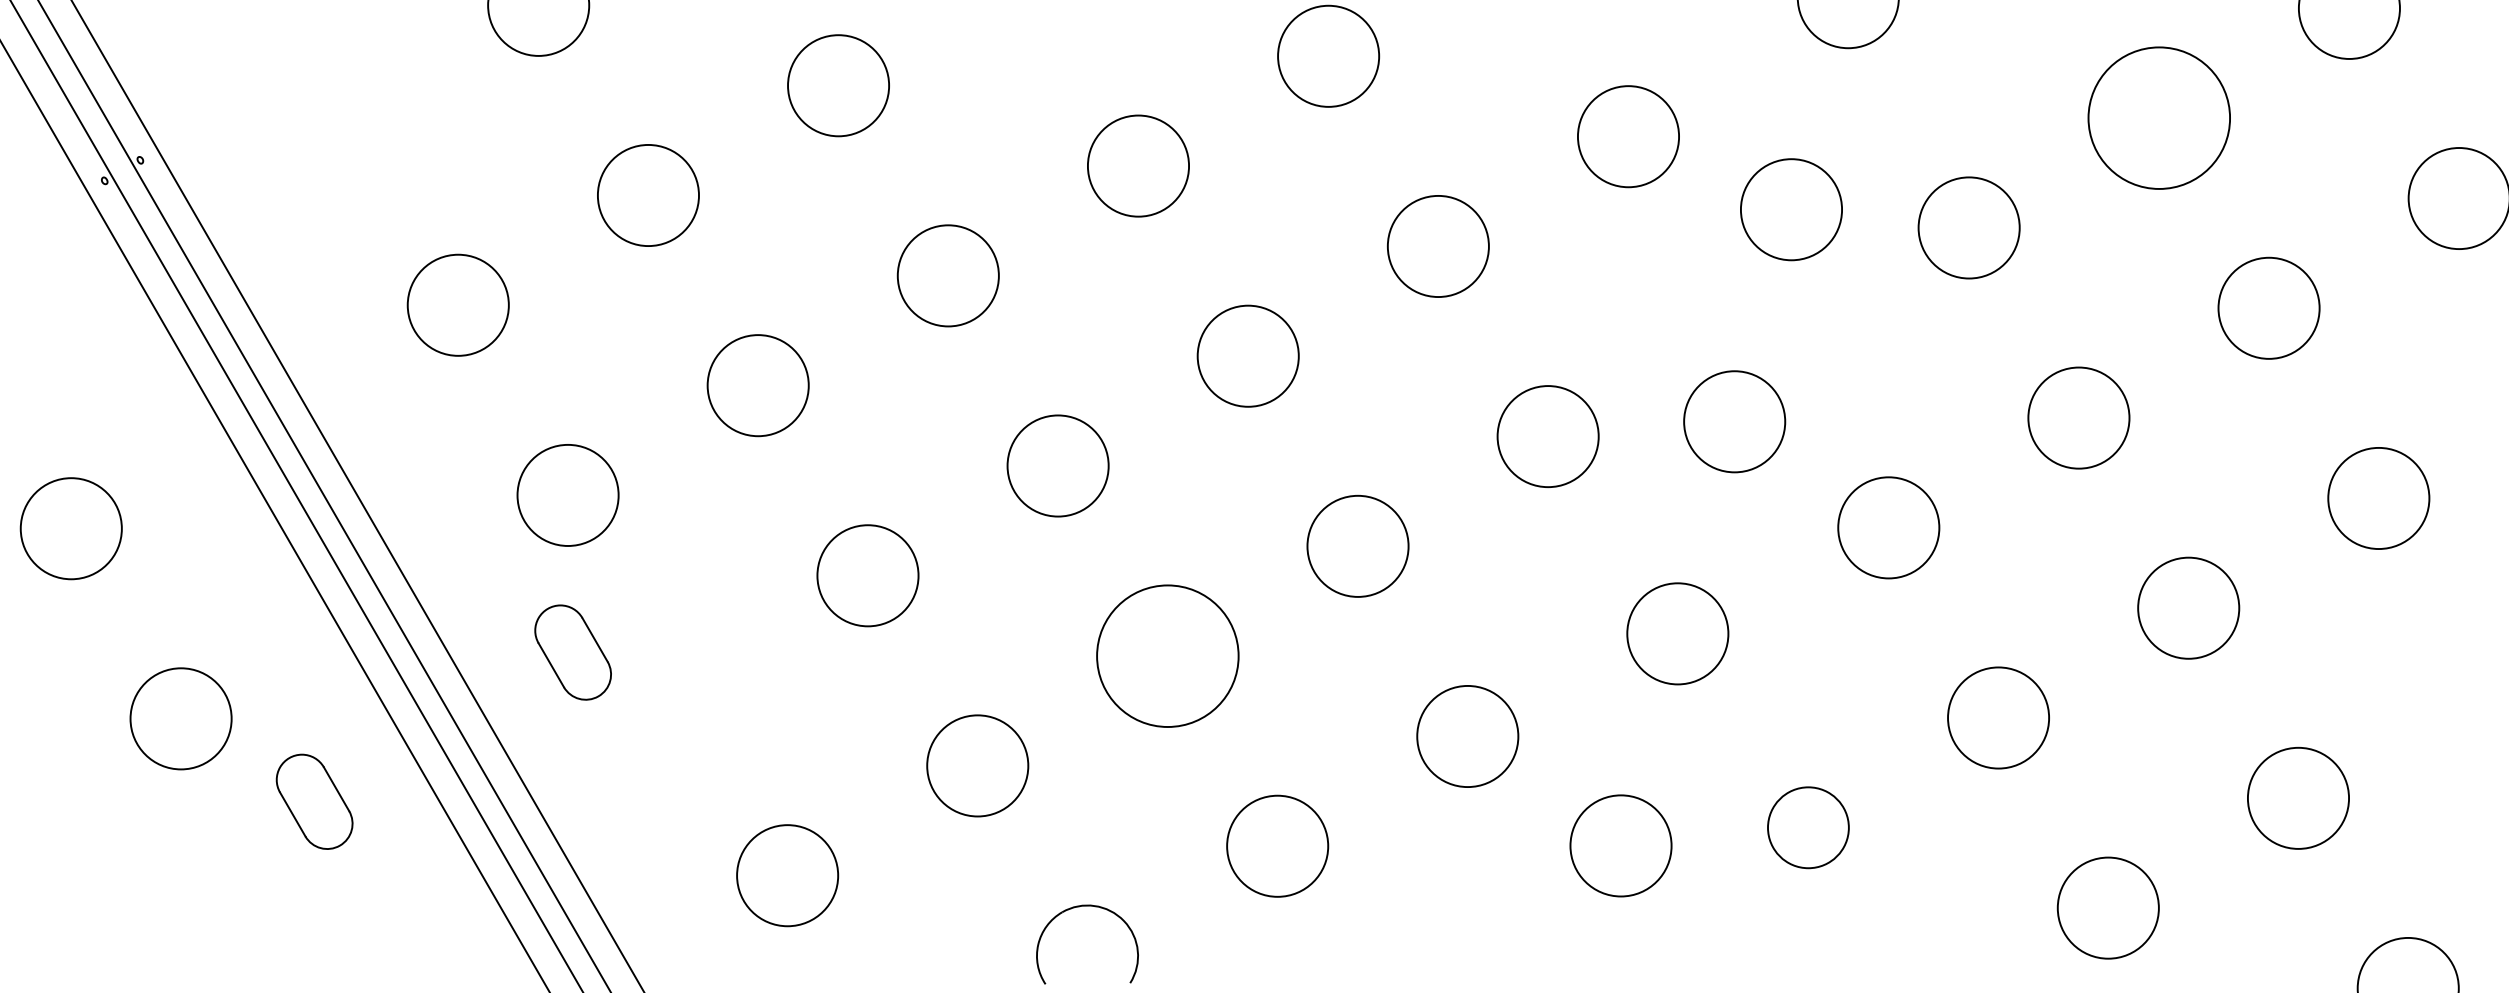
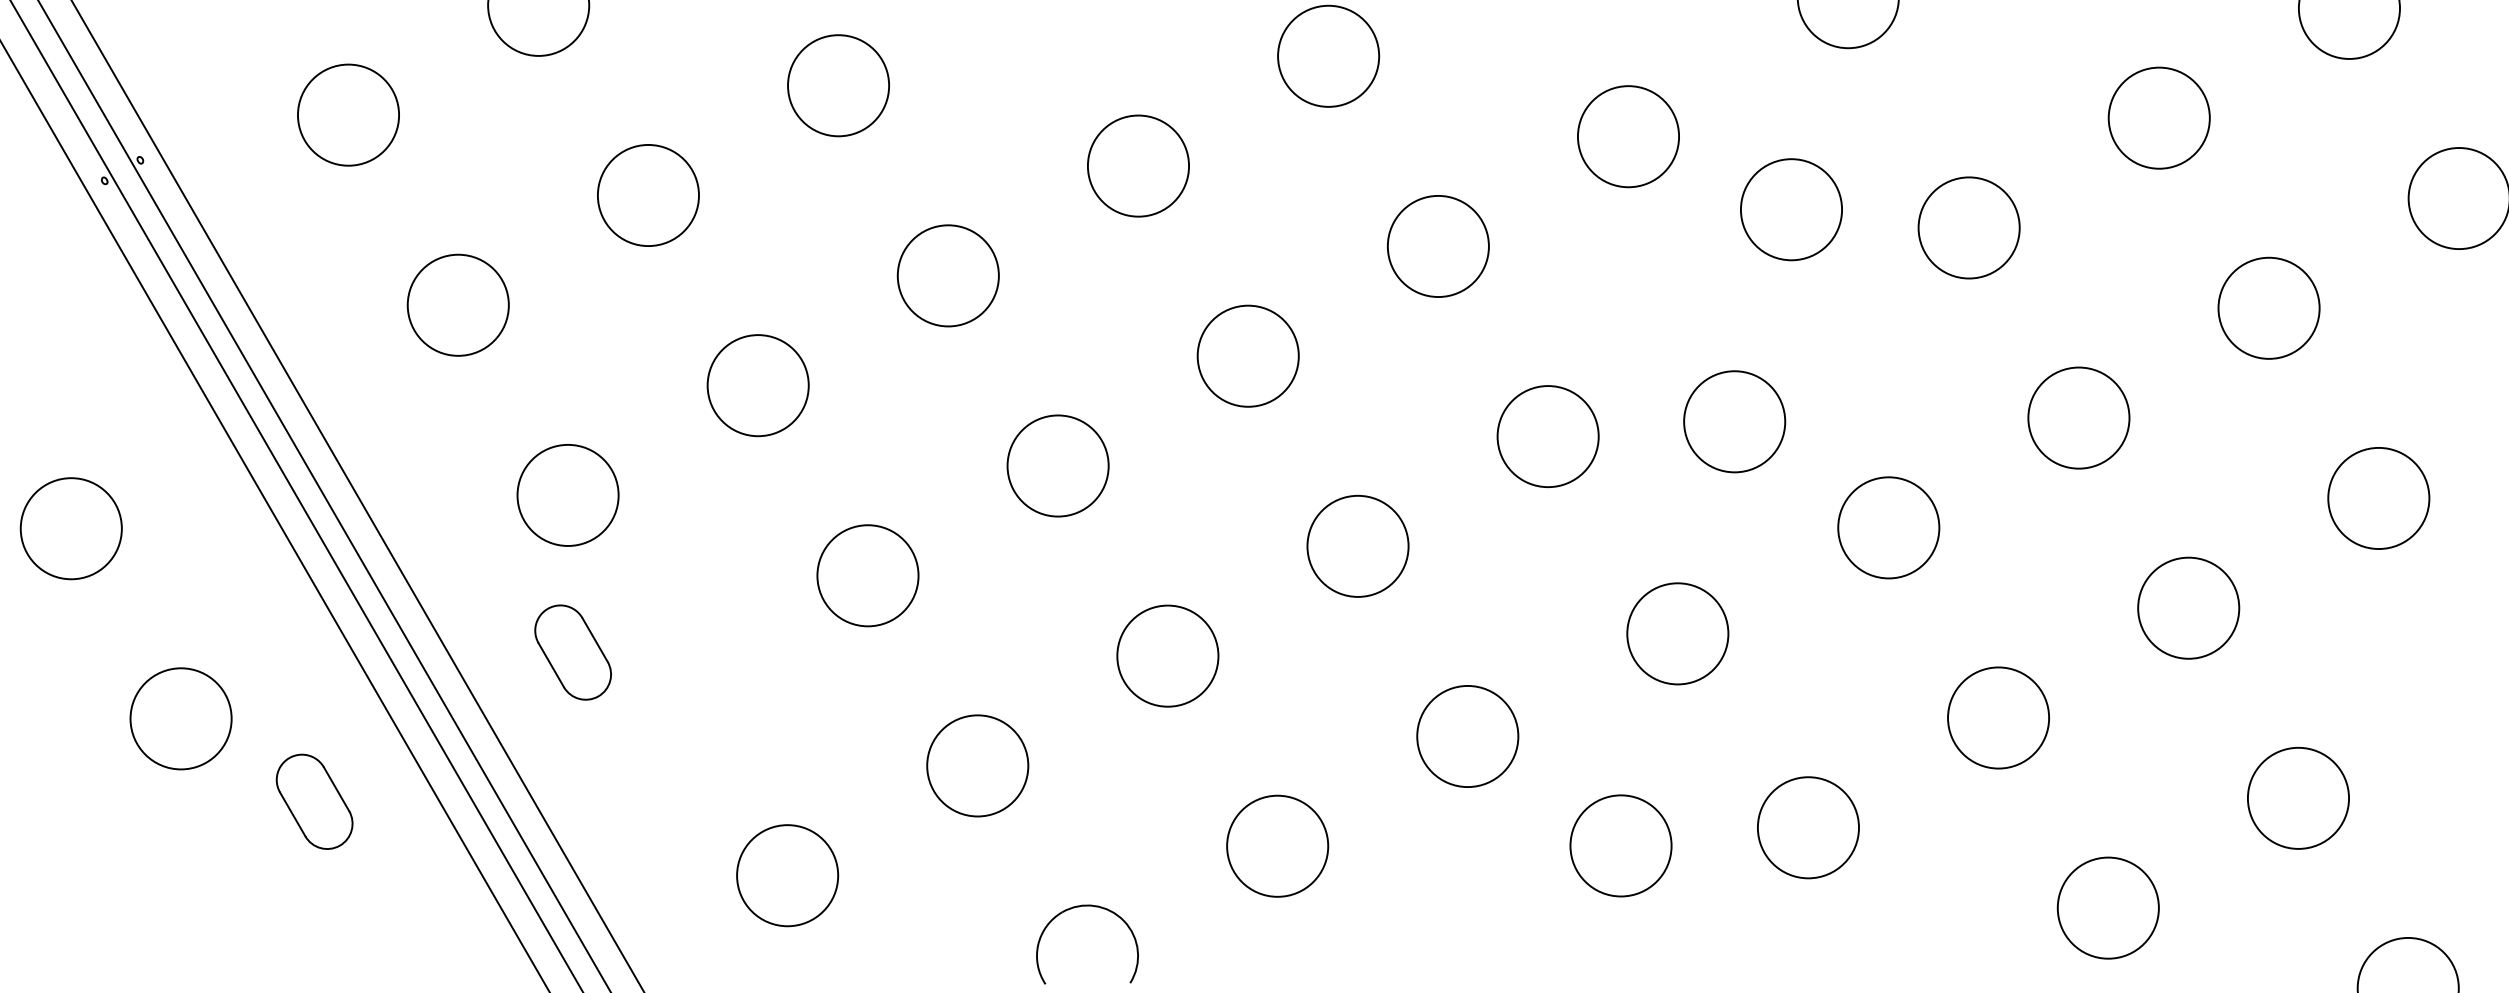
circle at (348, 114): none -> present
circle at (2159, 117) diameter: 142 px -> 101 px
circle at (1167, 655) size: 144x144 px -> 104x104 px
circle at (1808, 827) diameter: 81 px -> 101 px
